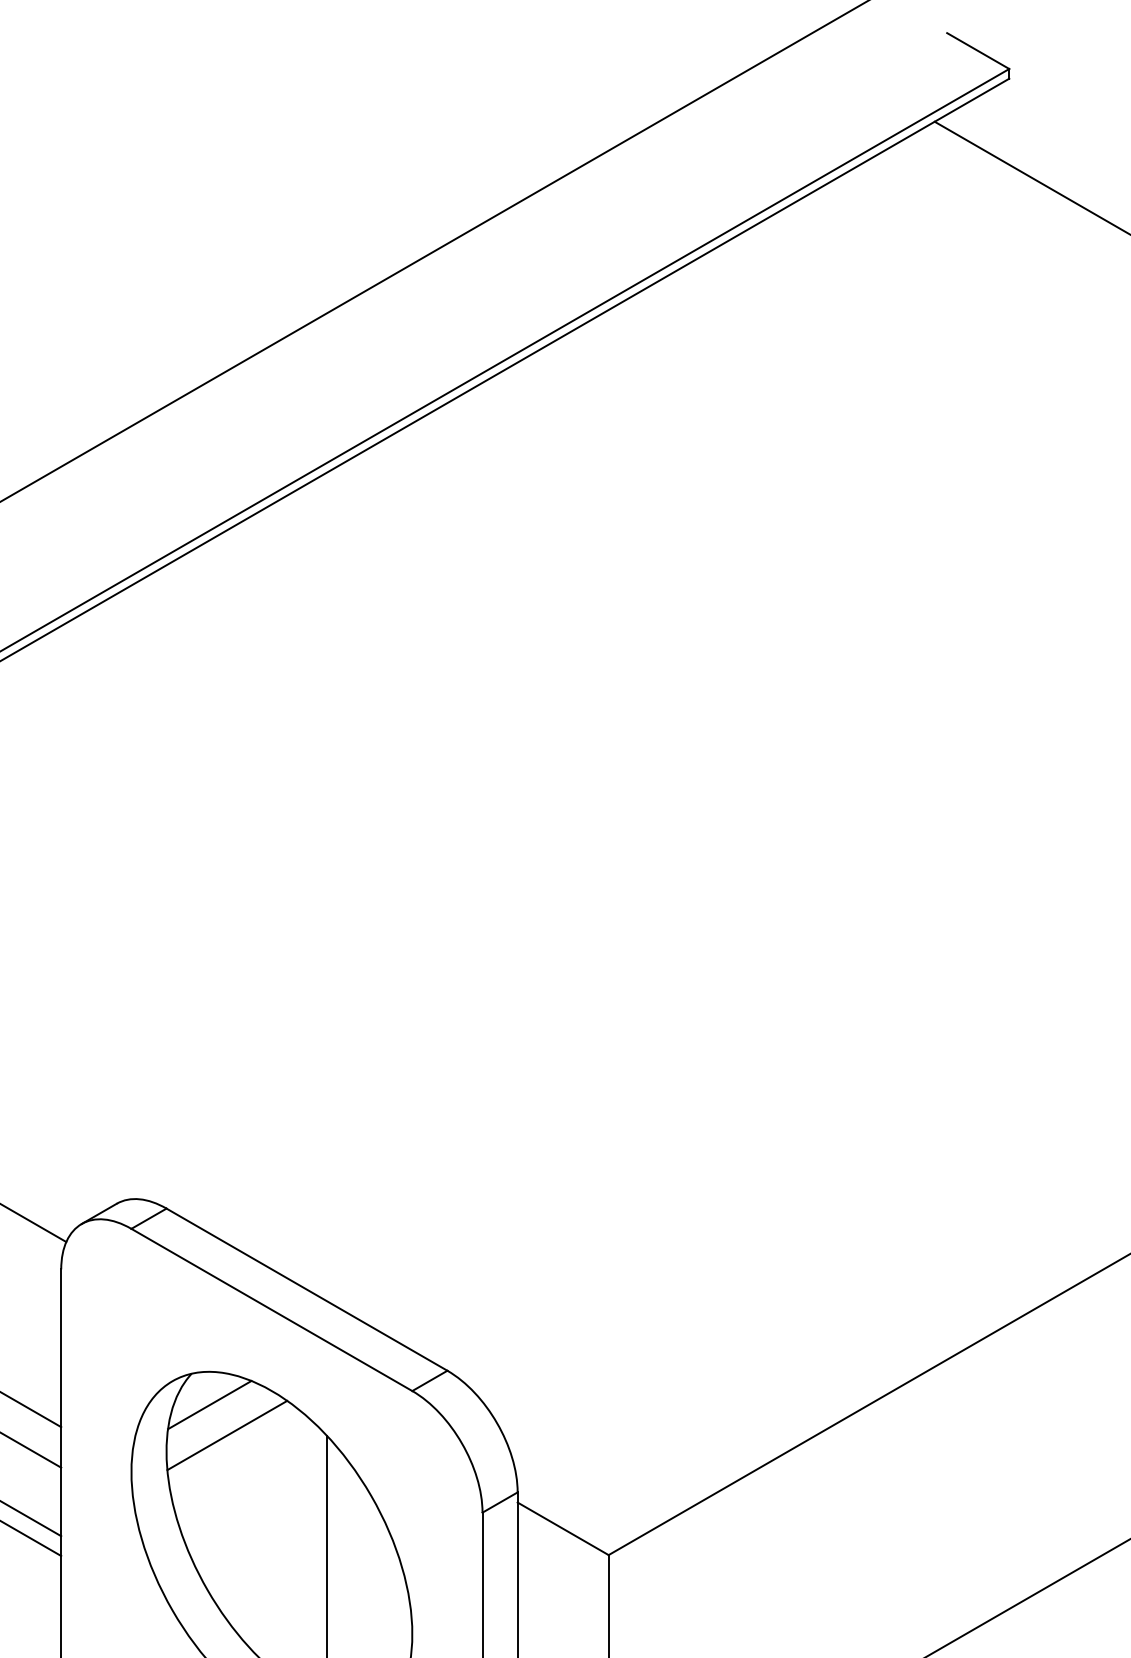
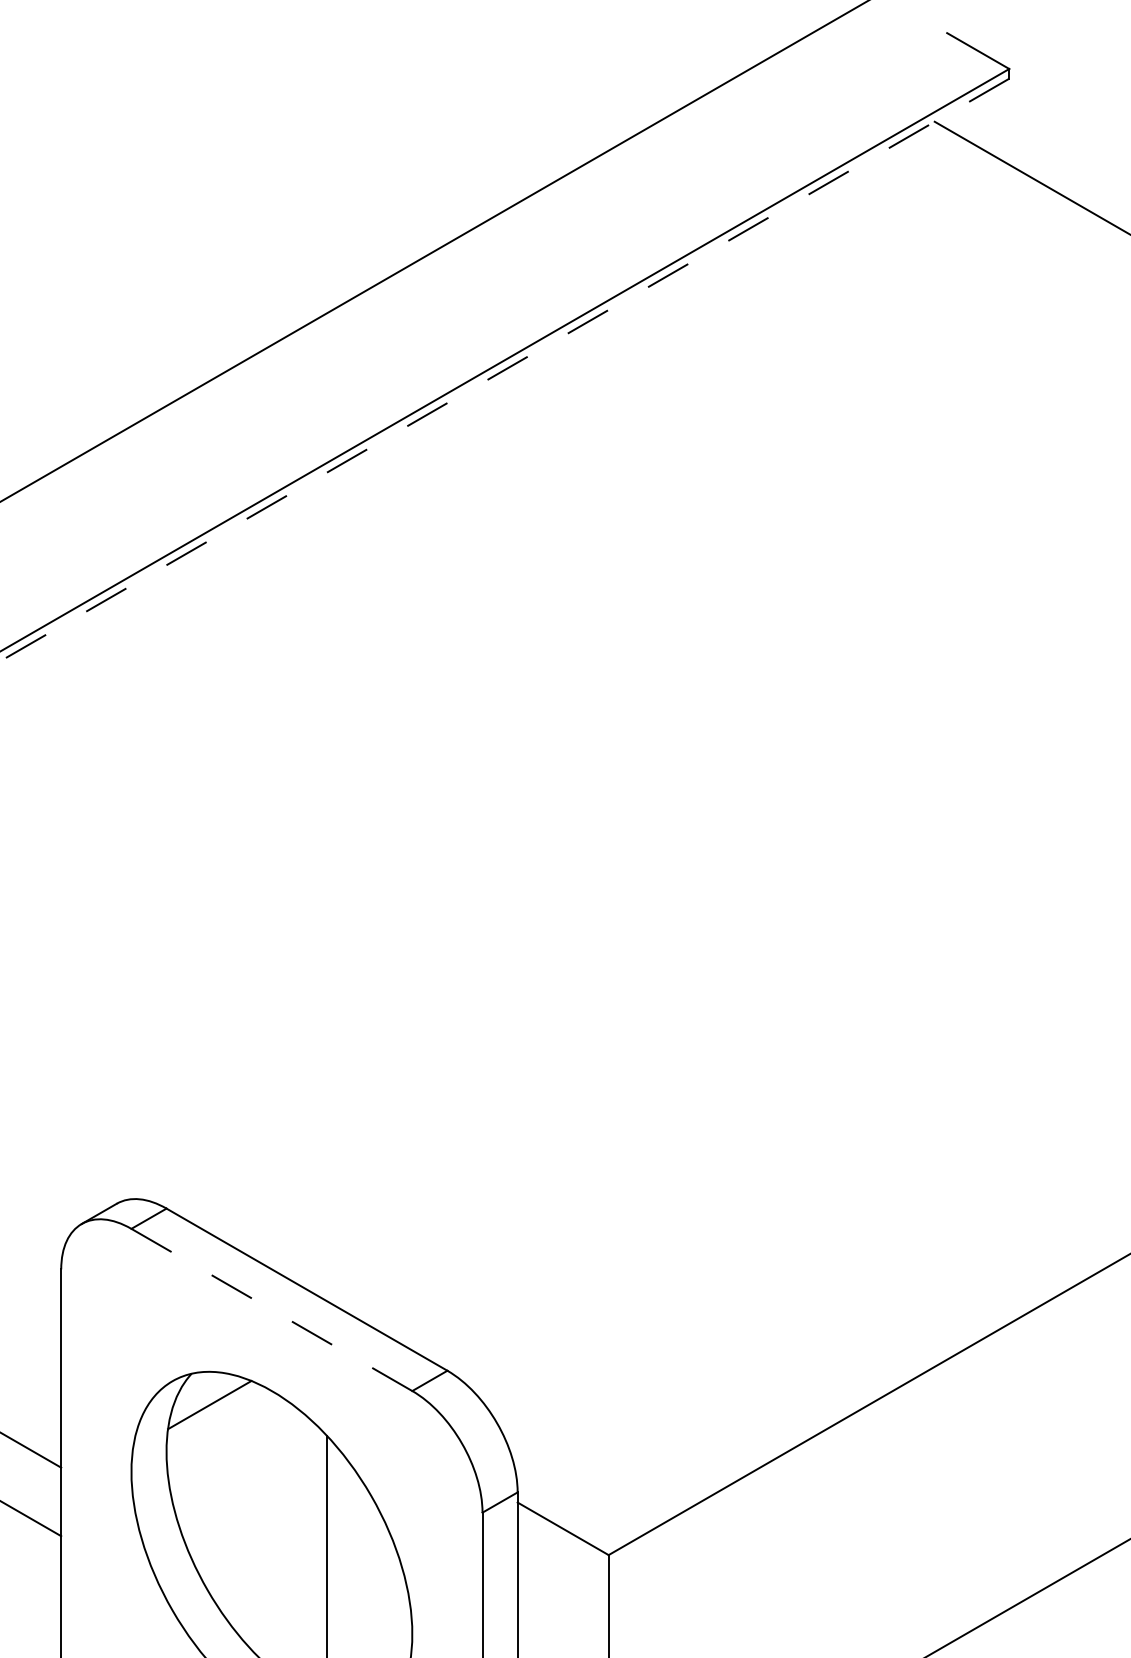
line at (504, 370): solid -> dashed
line at (34, 1223): present -> none
line at (272, 1310): solid -> dashed
line at (31, 1410): present -> none
line at (227, 1435): present -> none
line at (31, 1539): present -> none
